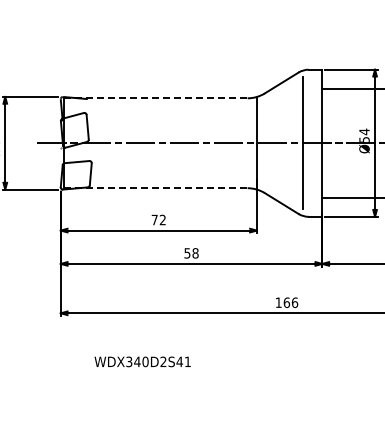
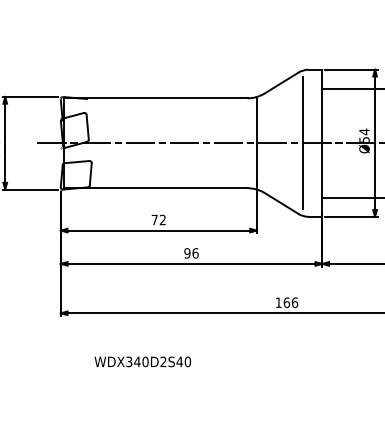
line at (156, 98): dashed -> solid
line at (156, 188): dashed -> solid
text at (191, 253): 58 -> 96
text at (187, 361): WDX340D2S41 -> WDX340D2S40
